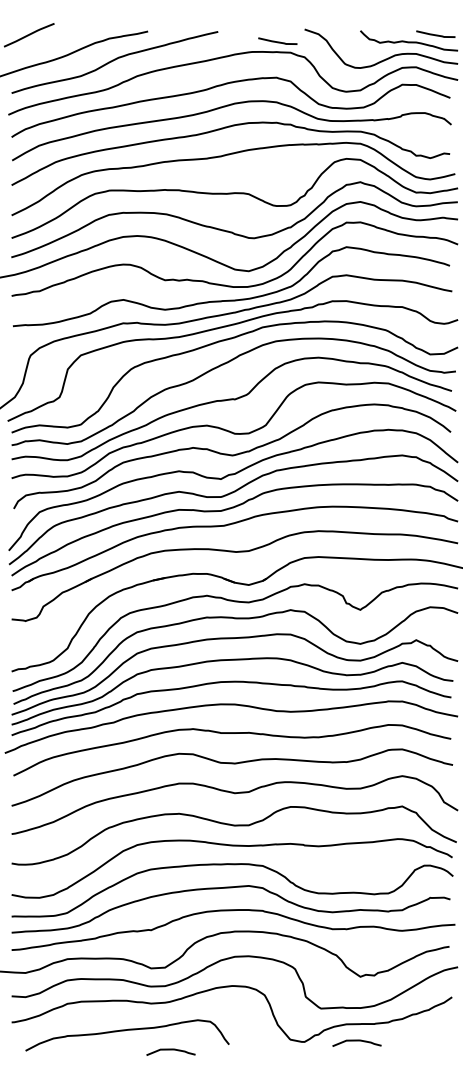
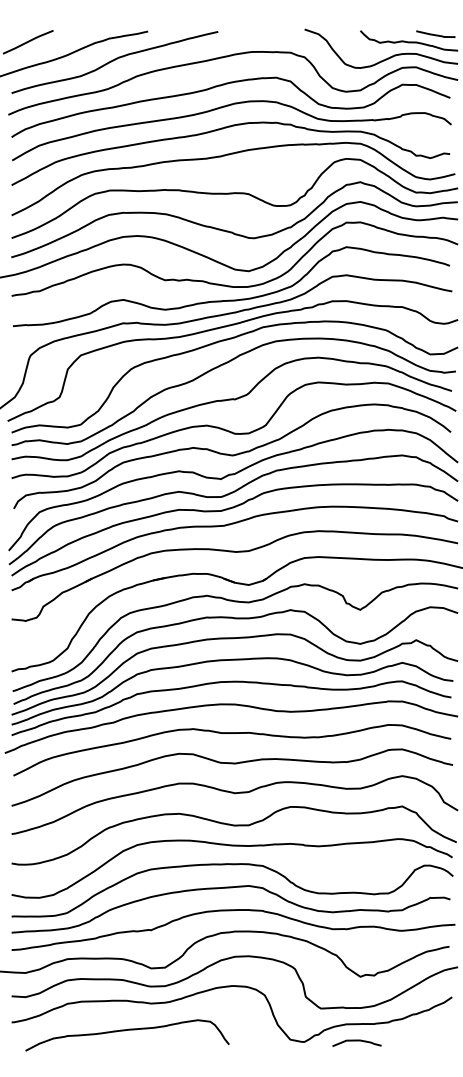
line at (29, 35) position: (29, 35) -> (28, 42)
line at (277, 41): present -> none
curve at (170, 1050): present -> none
